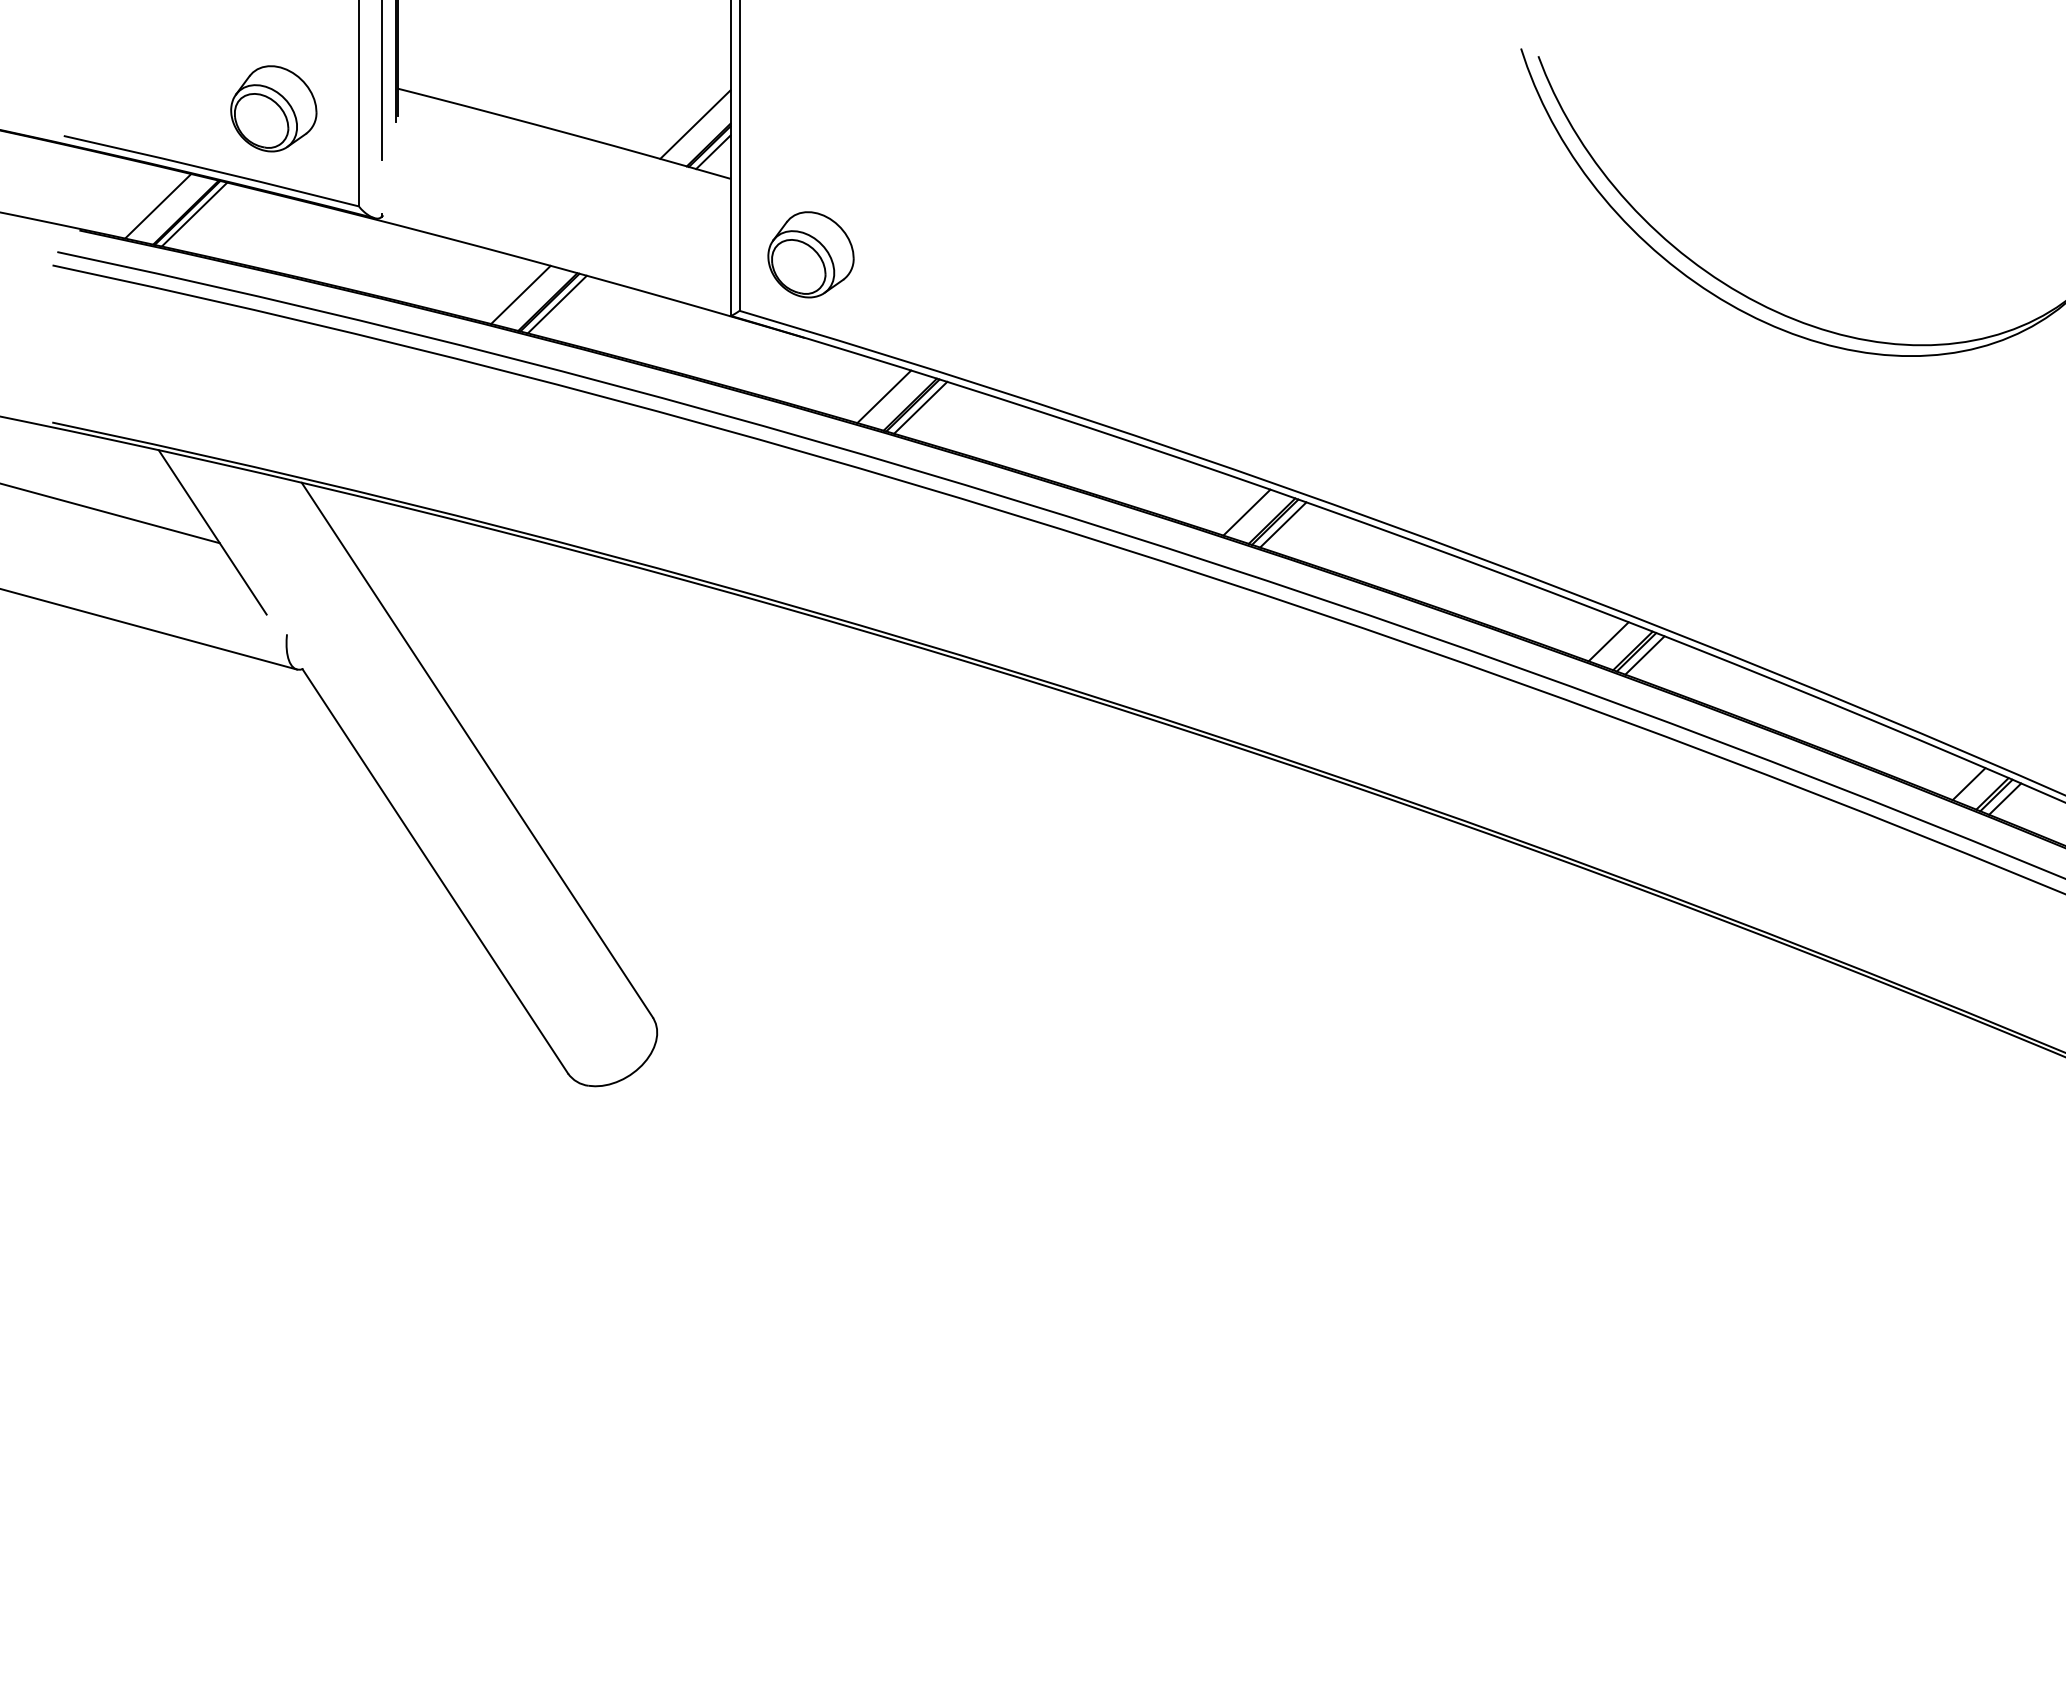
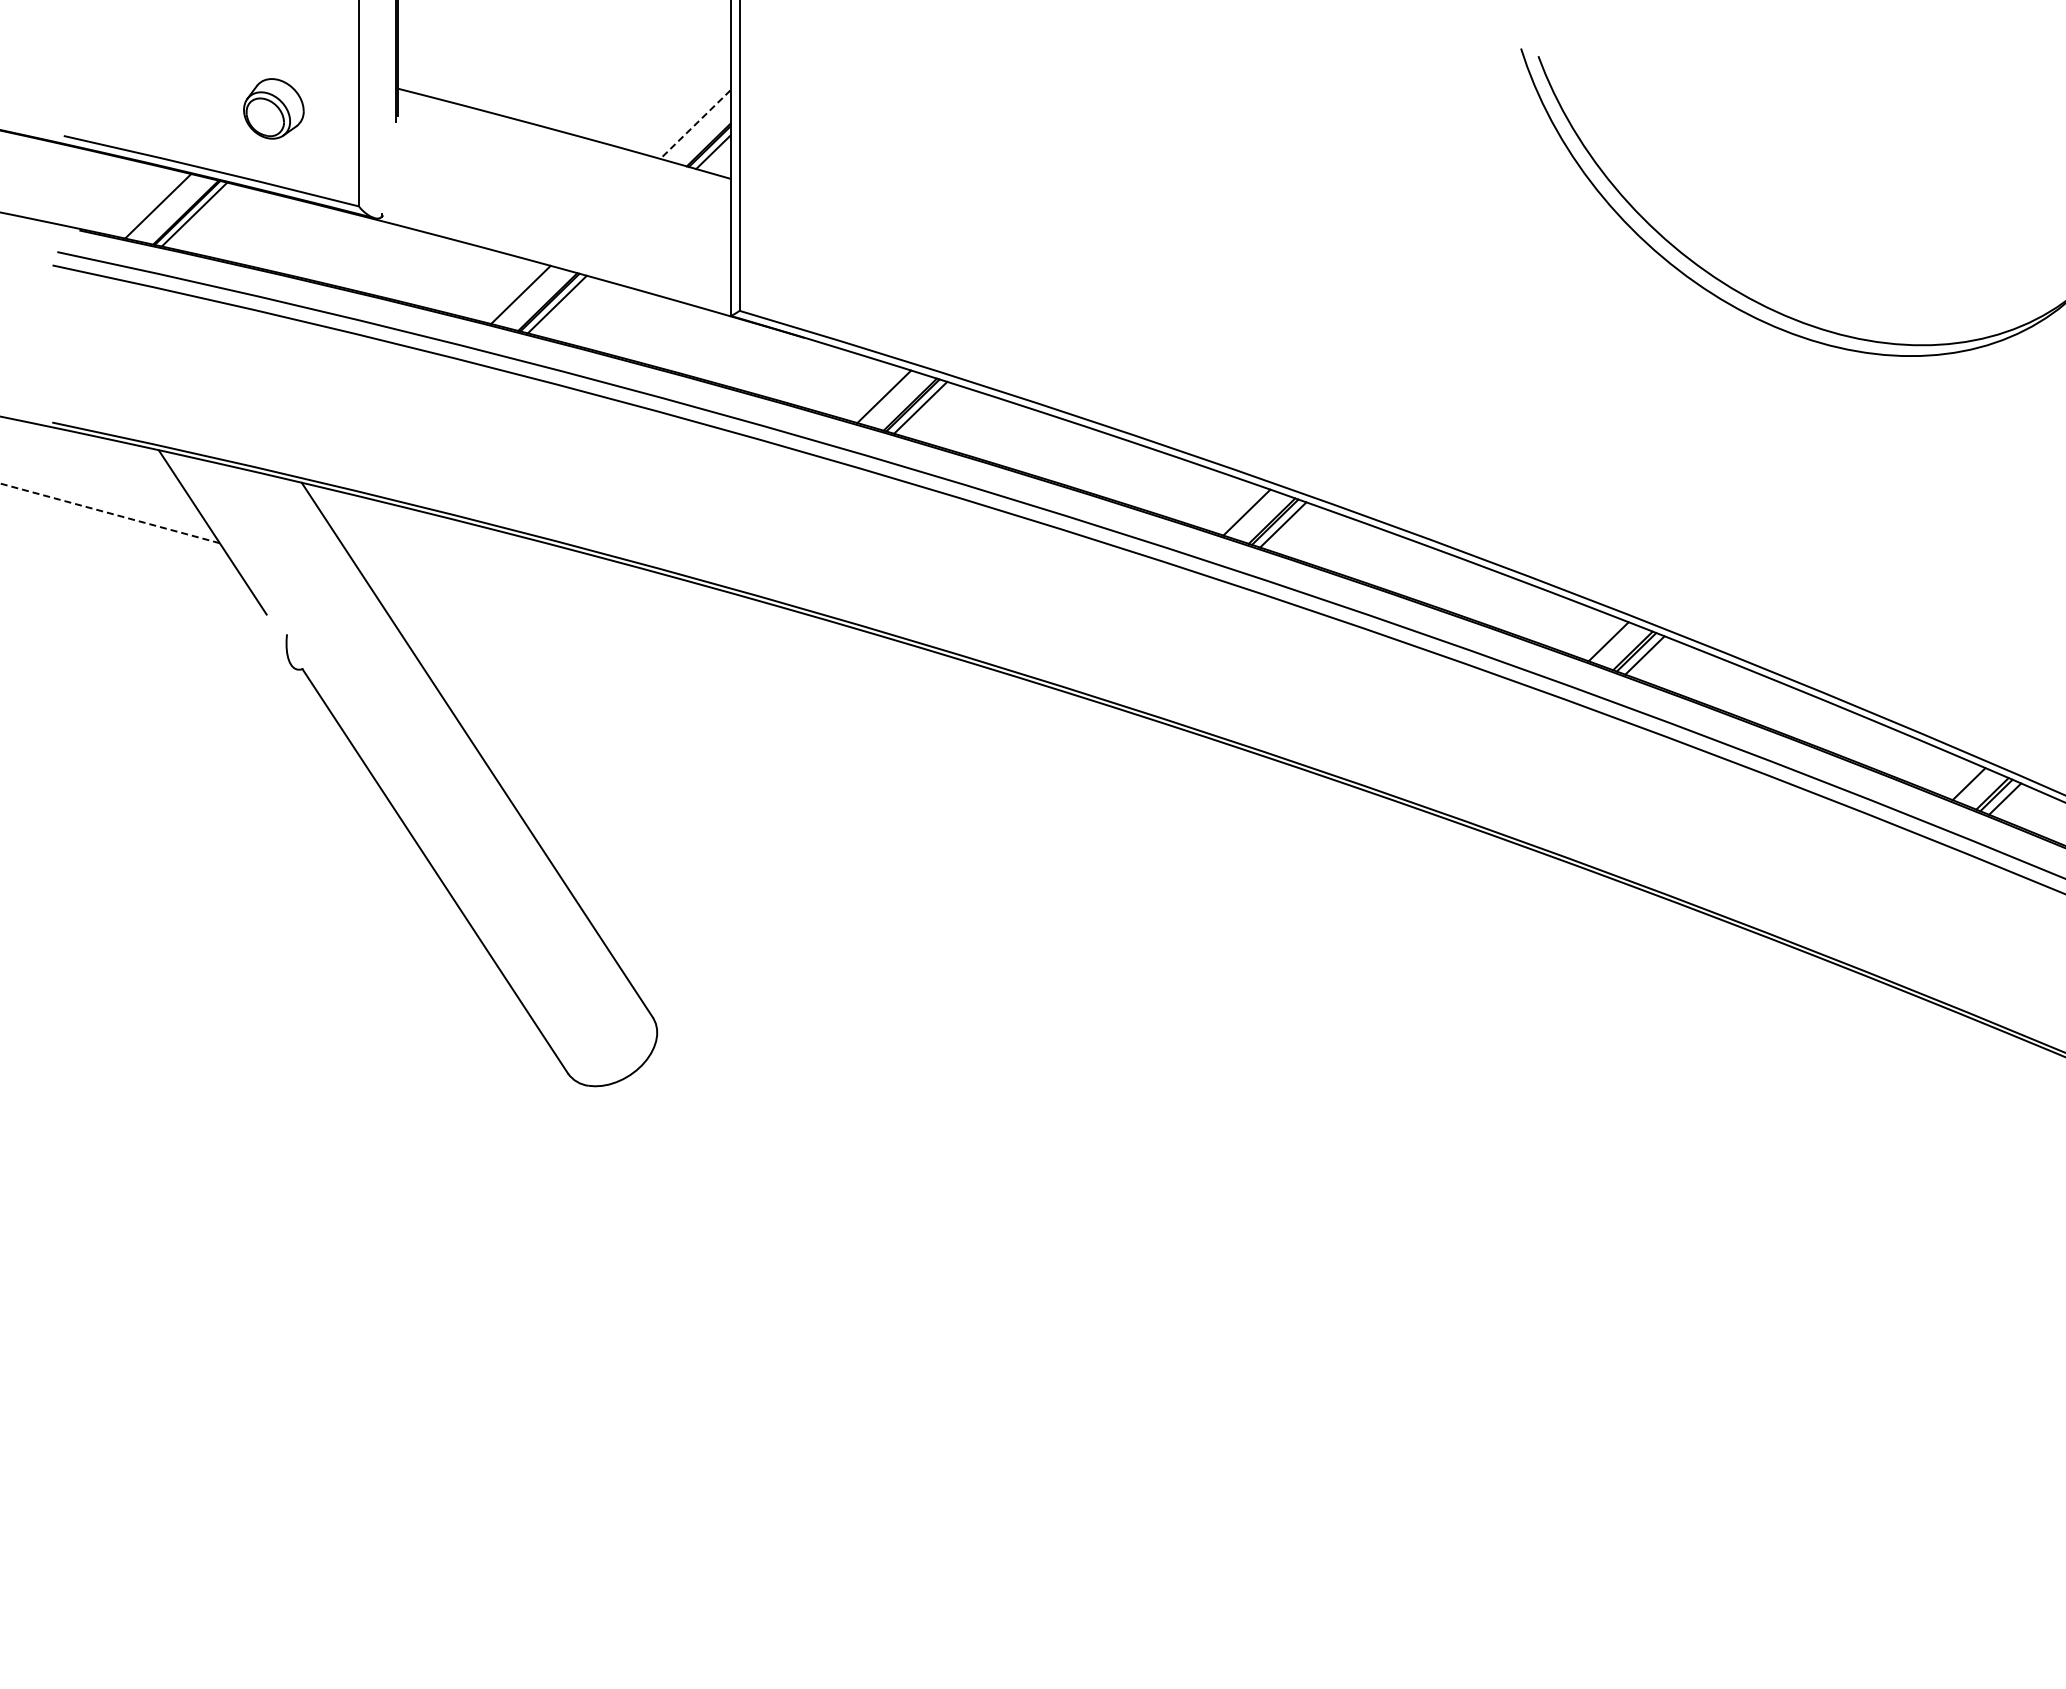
line at (381, 80): present -> none
part at (273, 108) size: 88x88 px -> 62x62 px
line at (695, 124): solid -> dashed
part at (810, 254): present -> none
line at (109, 513): solid -> dashed
line at (149, 629): present -> none
